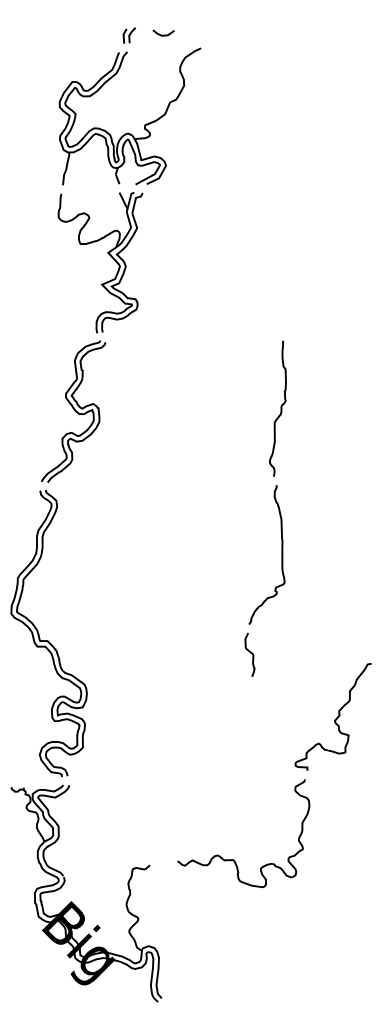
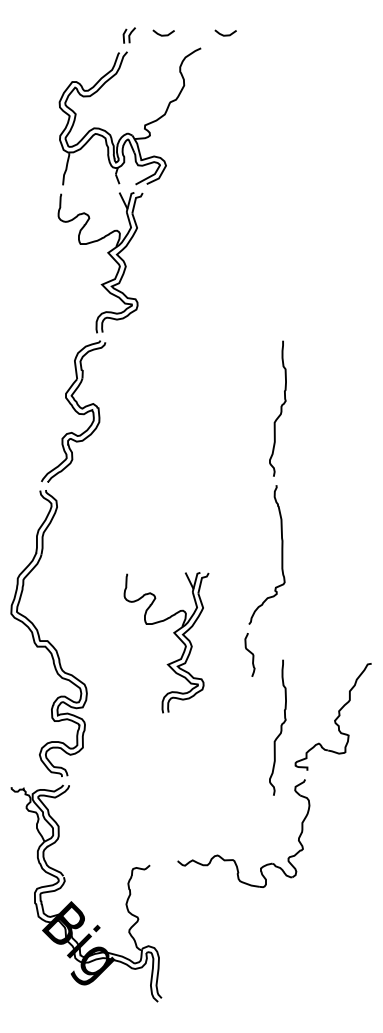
line at (225, 34): none -> present
part at (174, 634): none -> present
curve at (280, 727): none -> present
